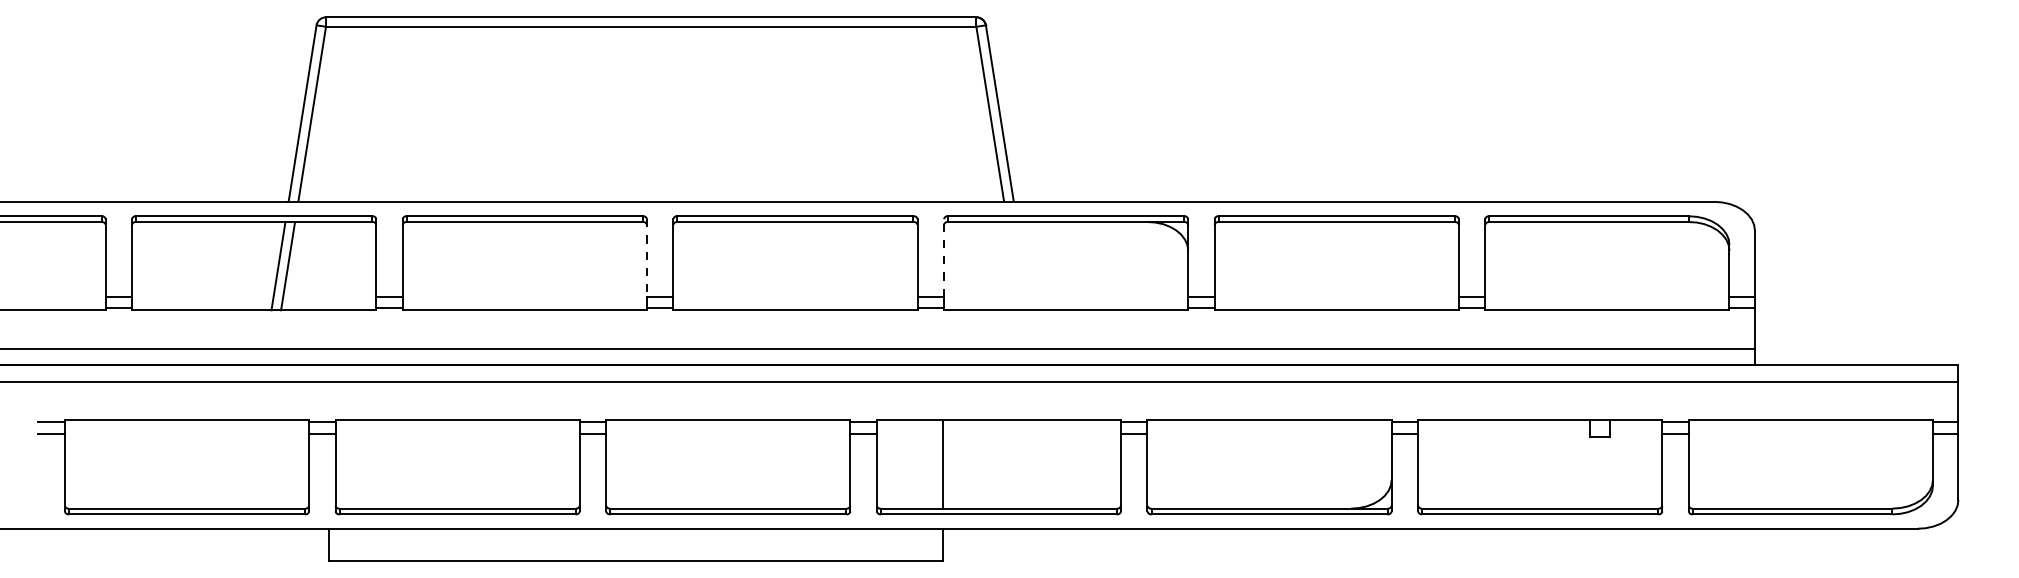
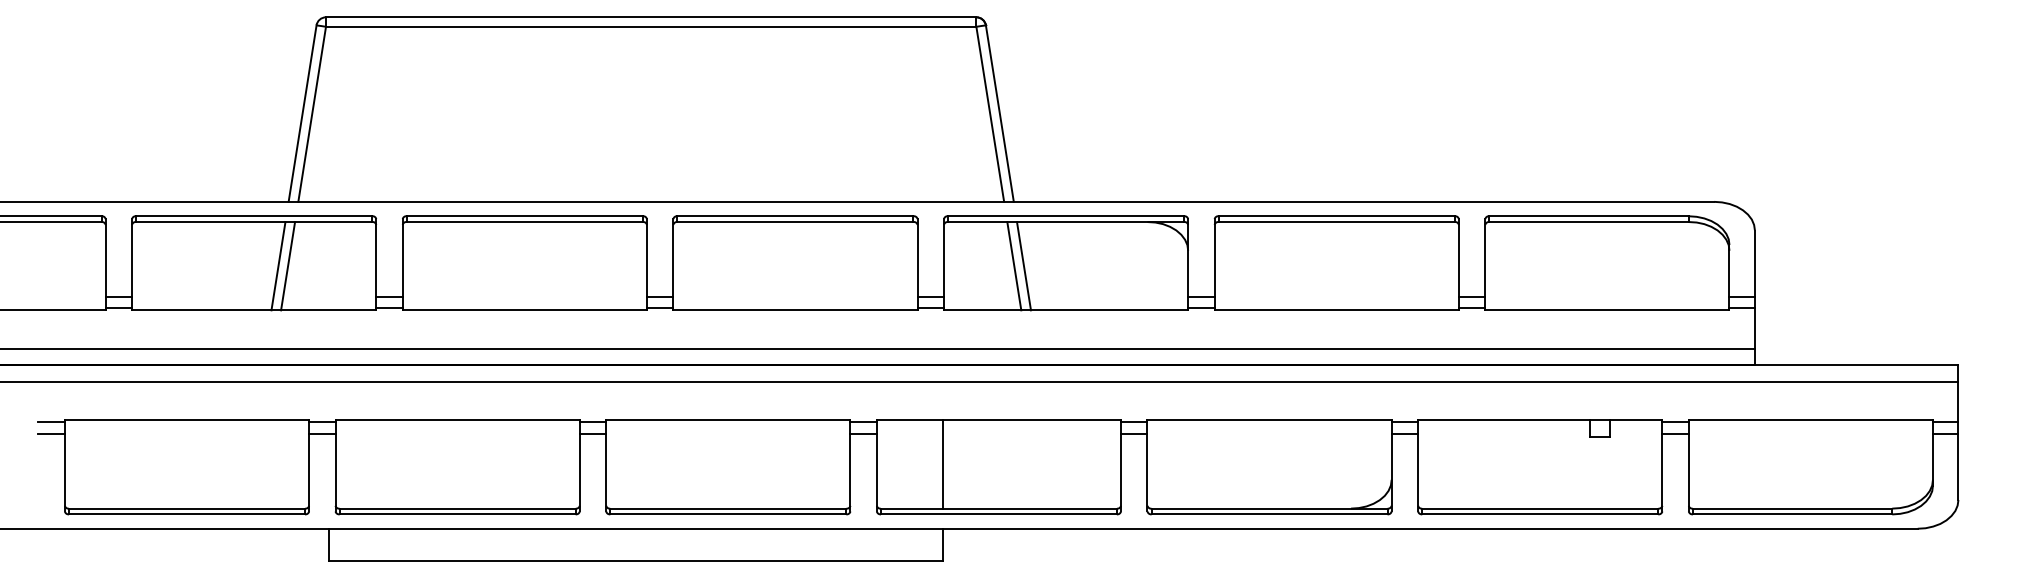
line at (646, 257): dashed -> solid
line at (943, 257): dashed -> solid
line at (1014, 266): none -> present
line at (1024, 266): none -> present
